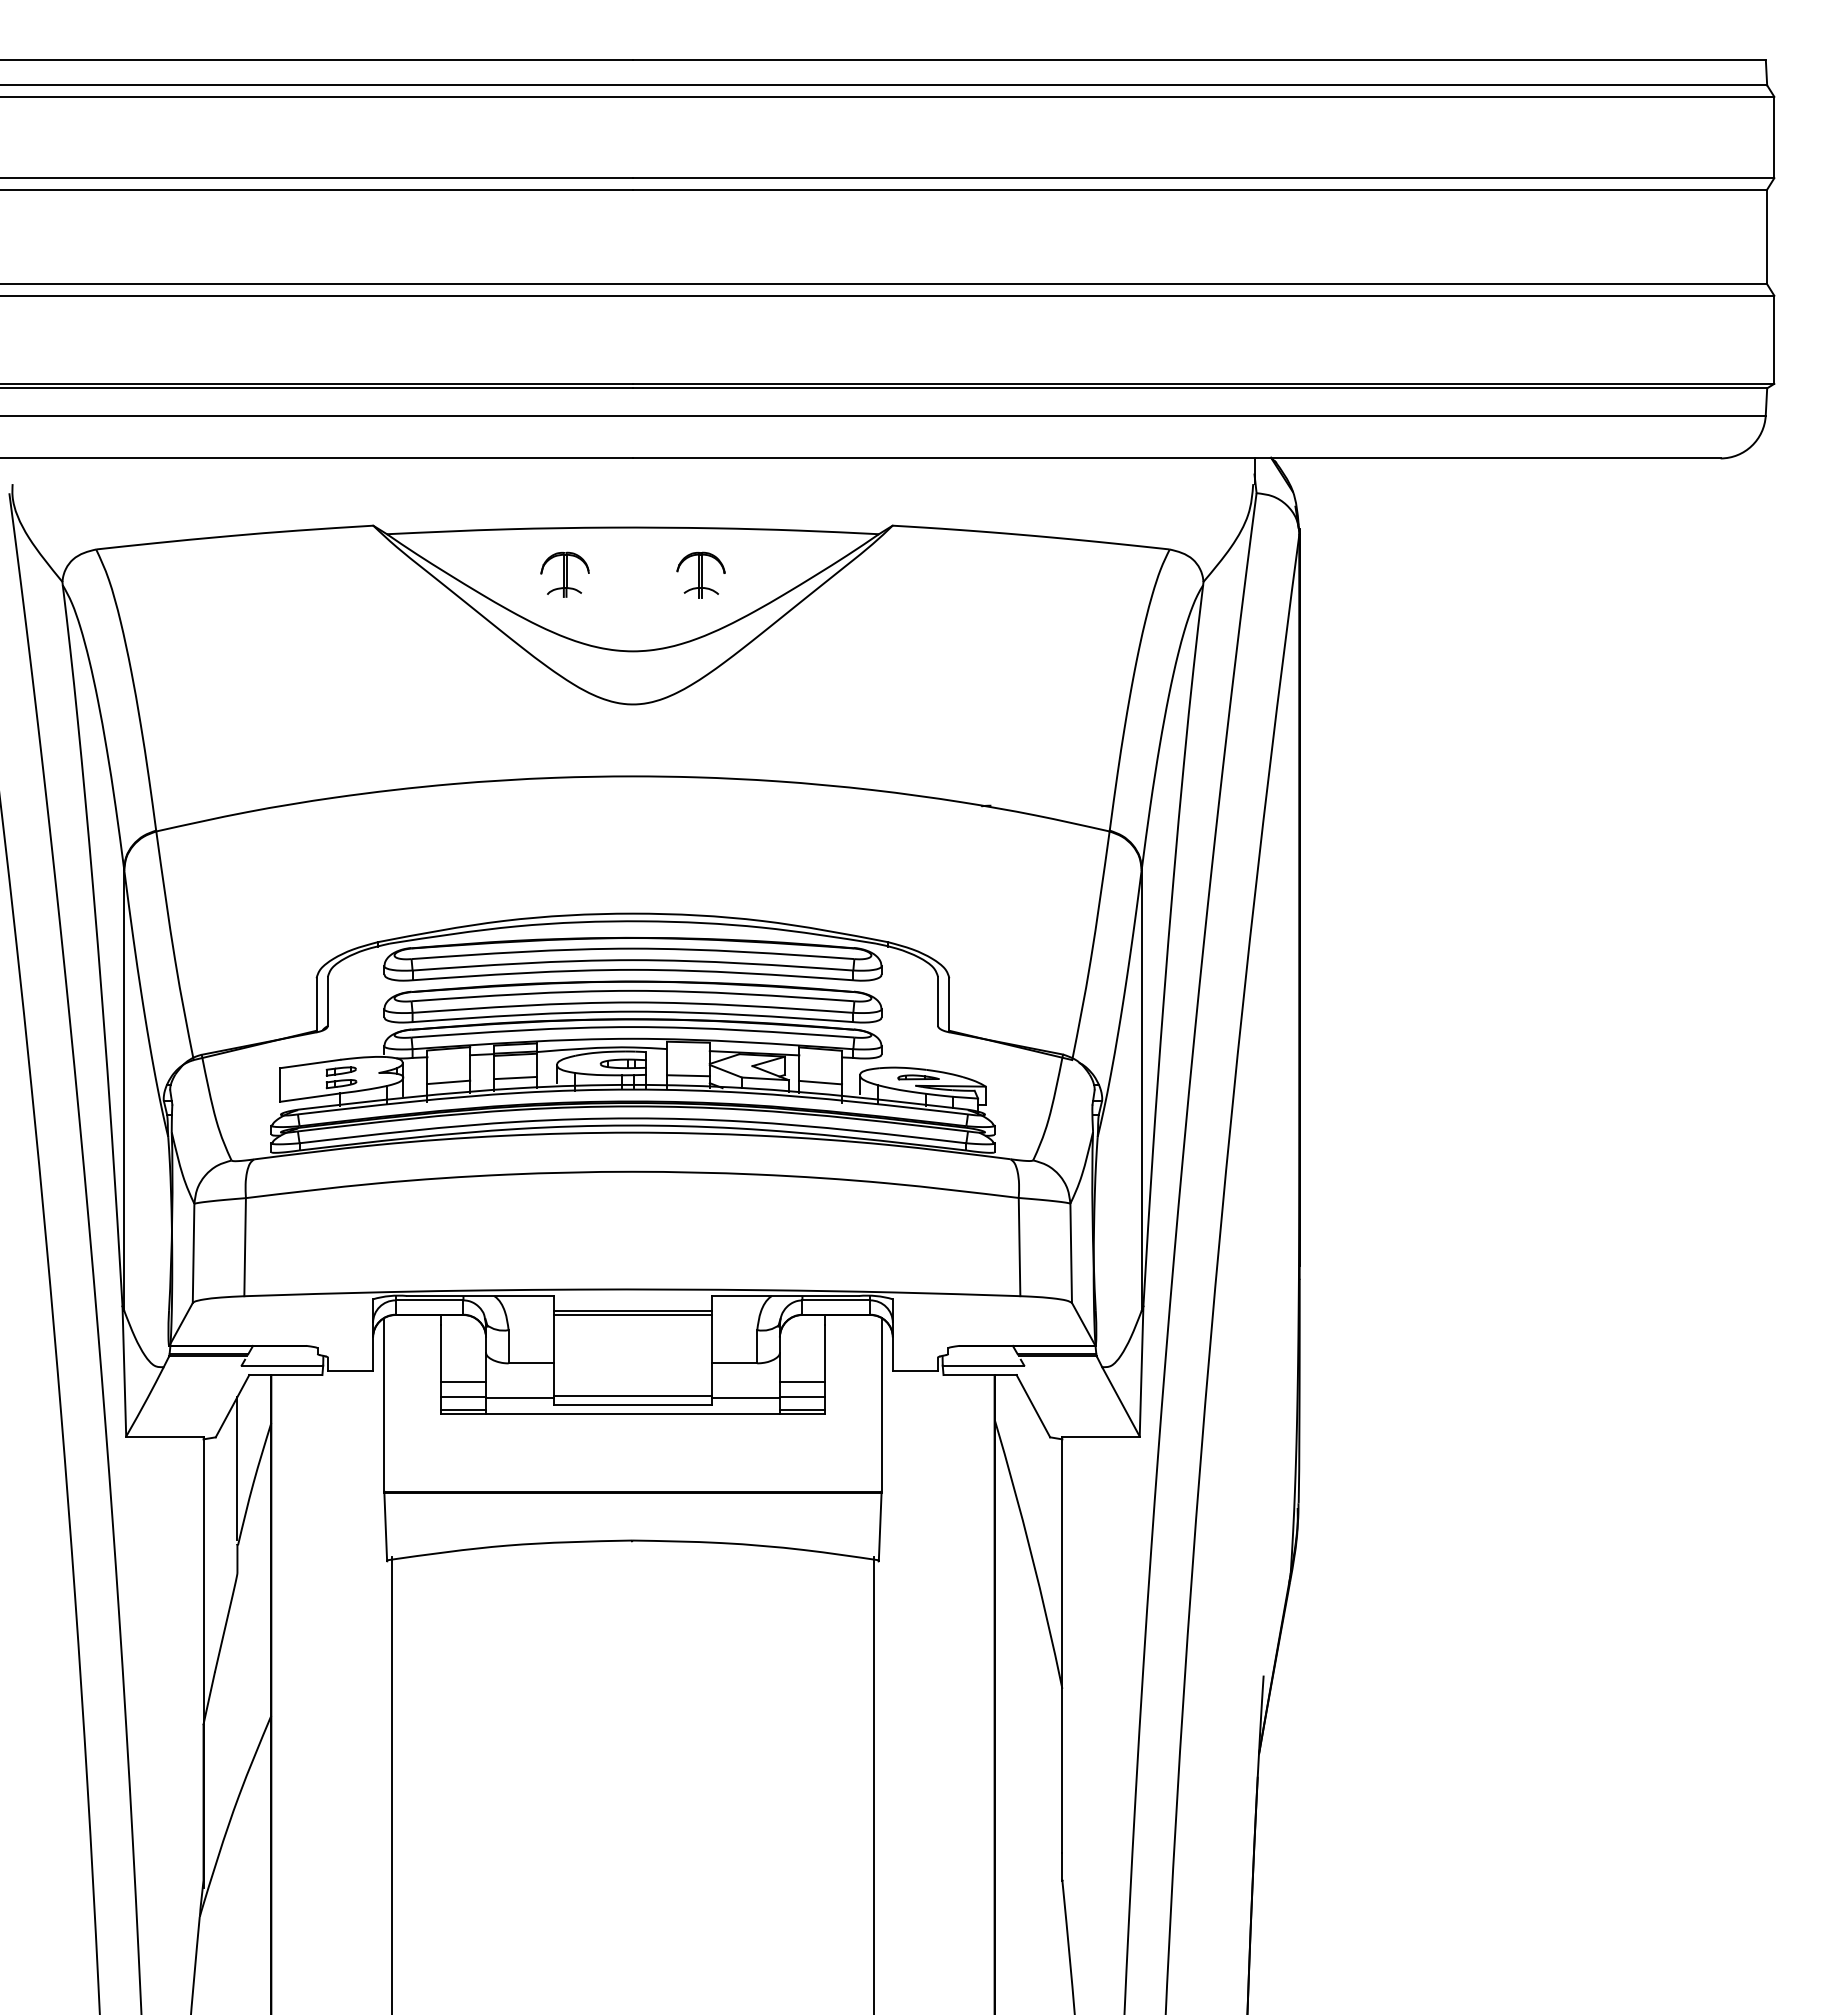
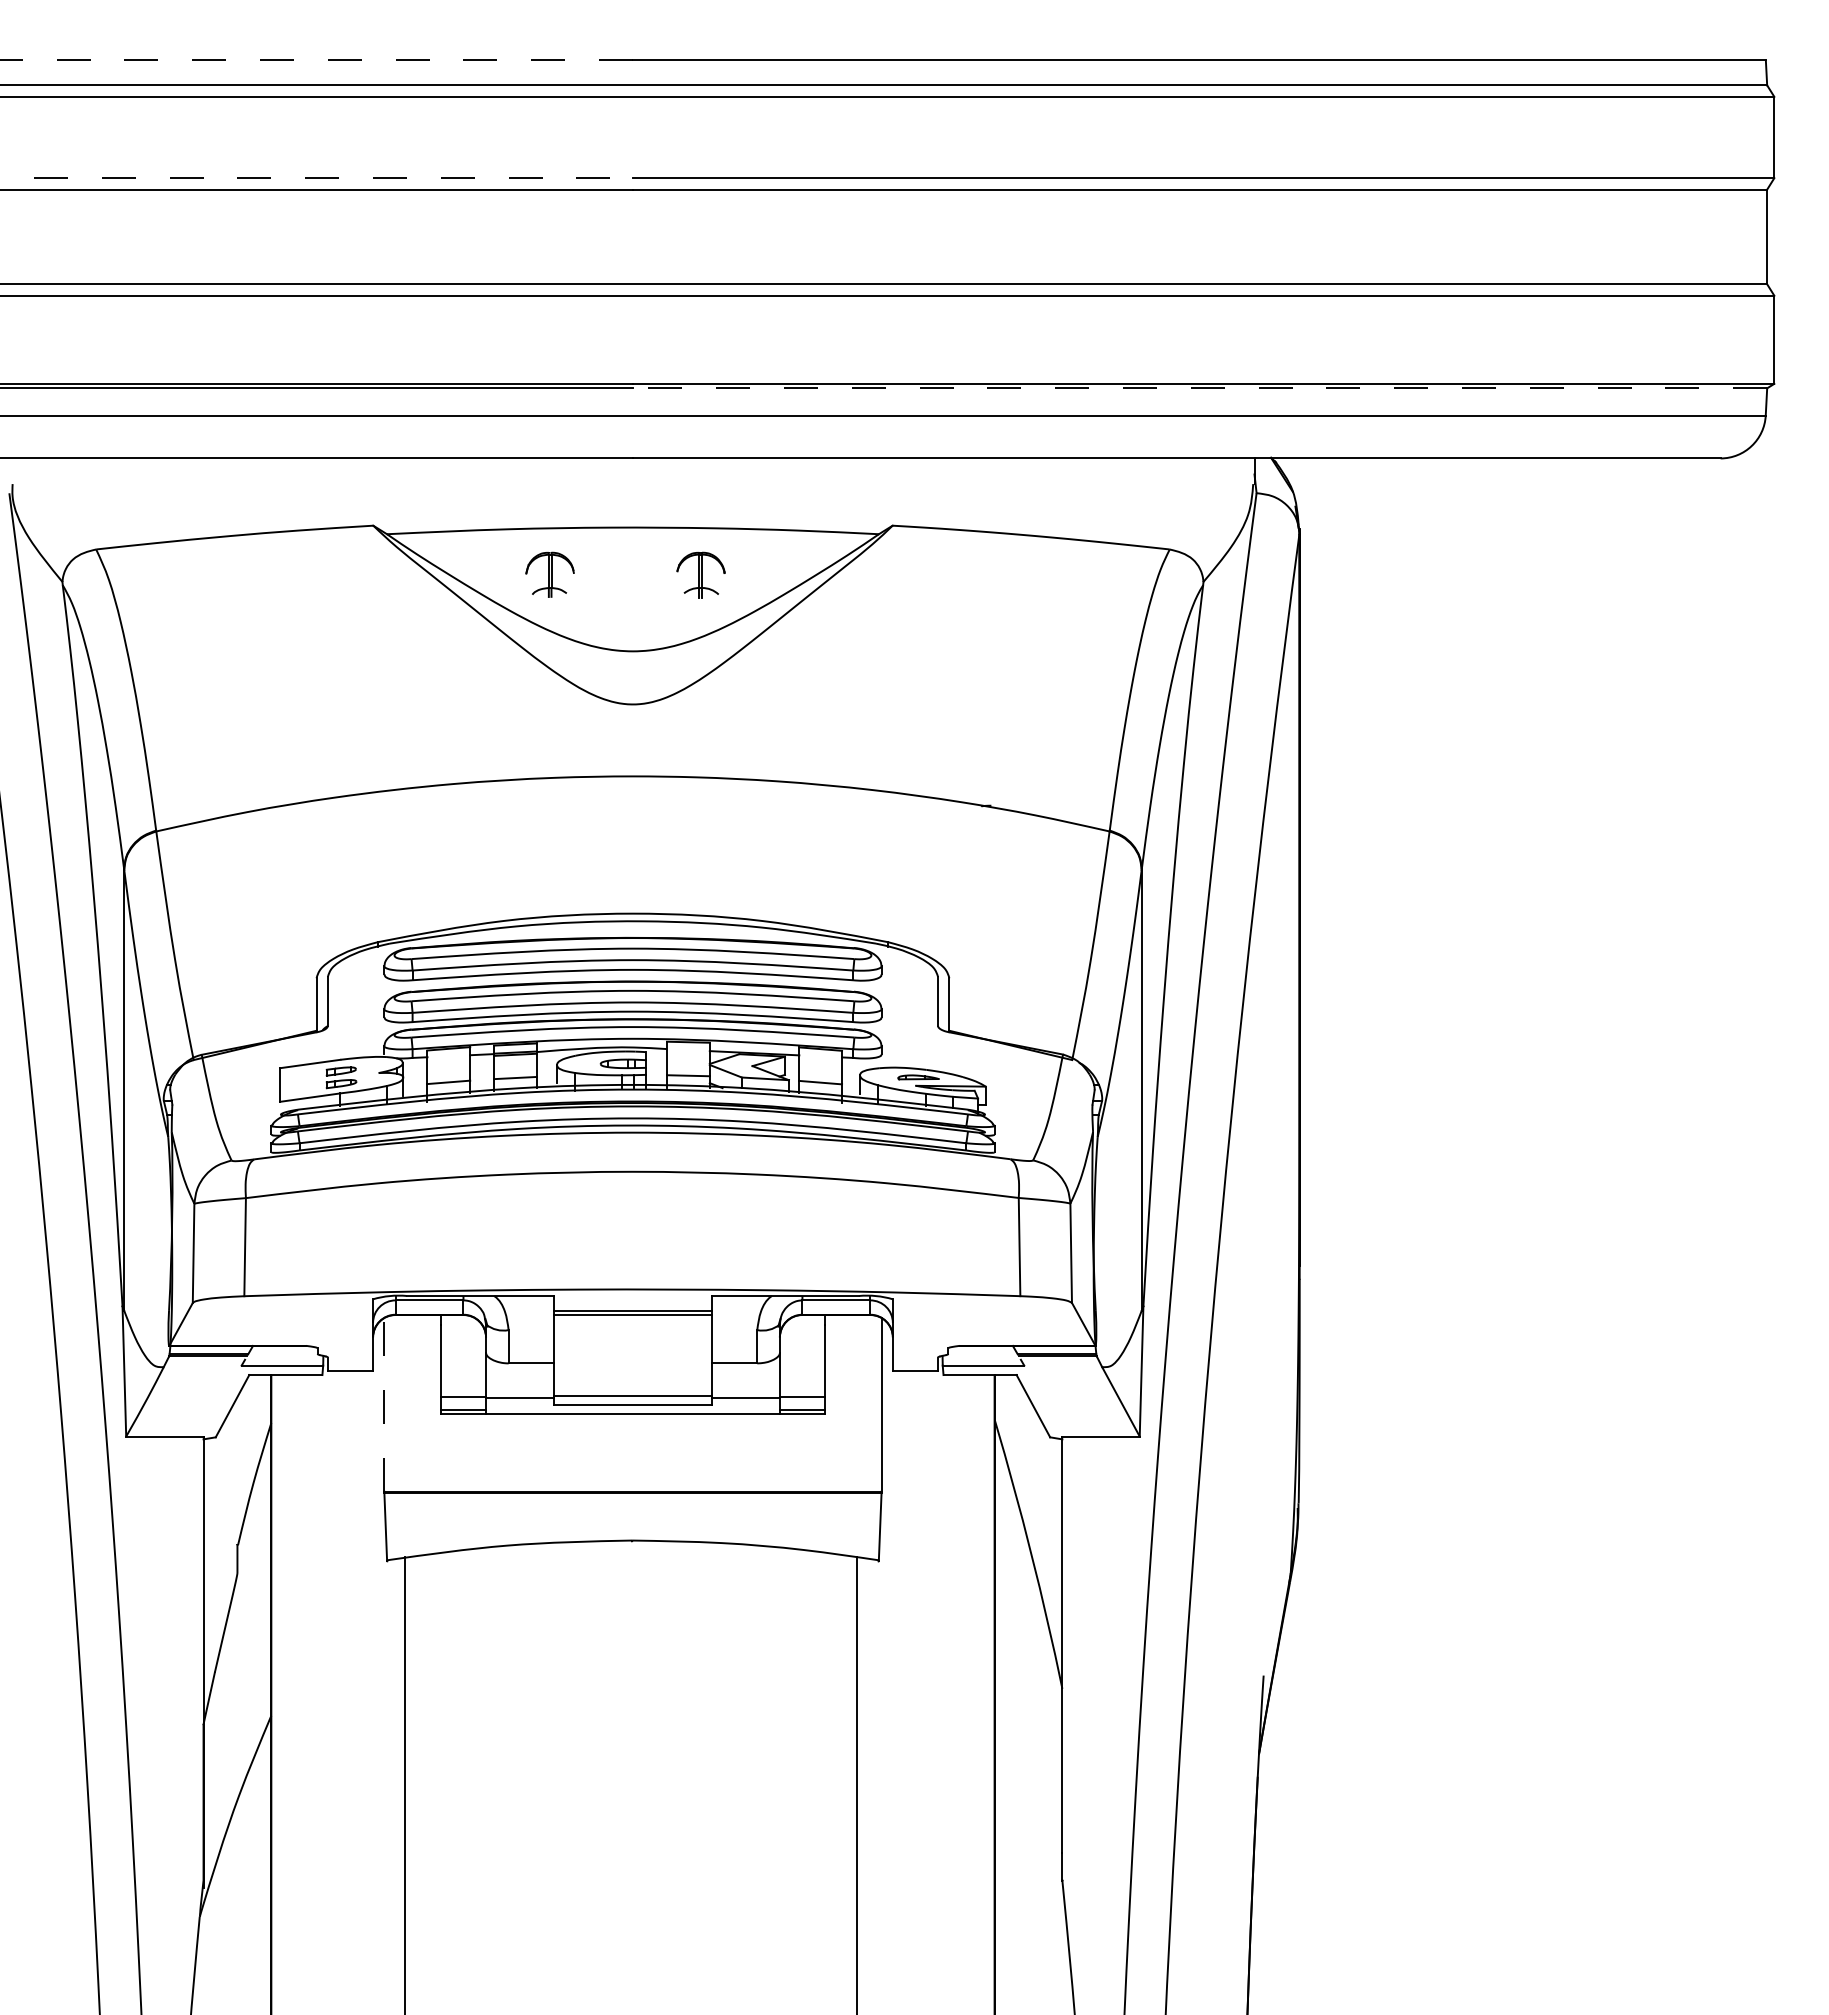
line at (316, 60): solid -> dashed
line at (317, 178): solid -> dashed
line at (1199, 388): solid -> dashed
part at (564, 574) position: (564, 574) -> (549, 574)
line at (463, 1382): present -> none
line at (802, 1382): present -> none
line at (384, 1405): solid -> dashed
line at (237, 1468): present -> none
line at (392, 1783) position: (392, 1783) -> (405, 1783)
line at (873, 1783) position: (873, 1783) -> (856, 1783)
